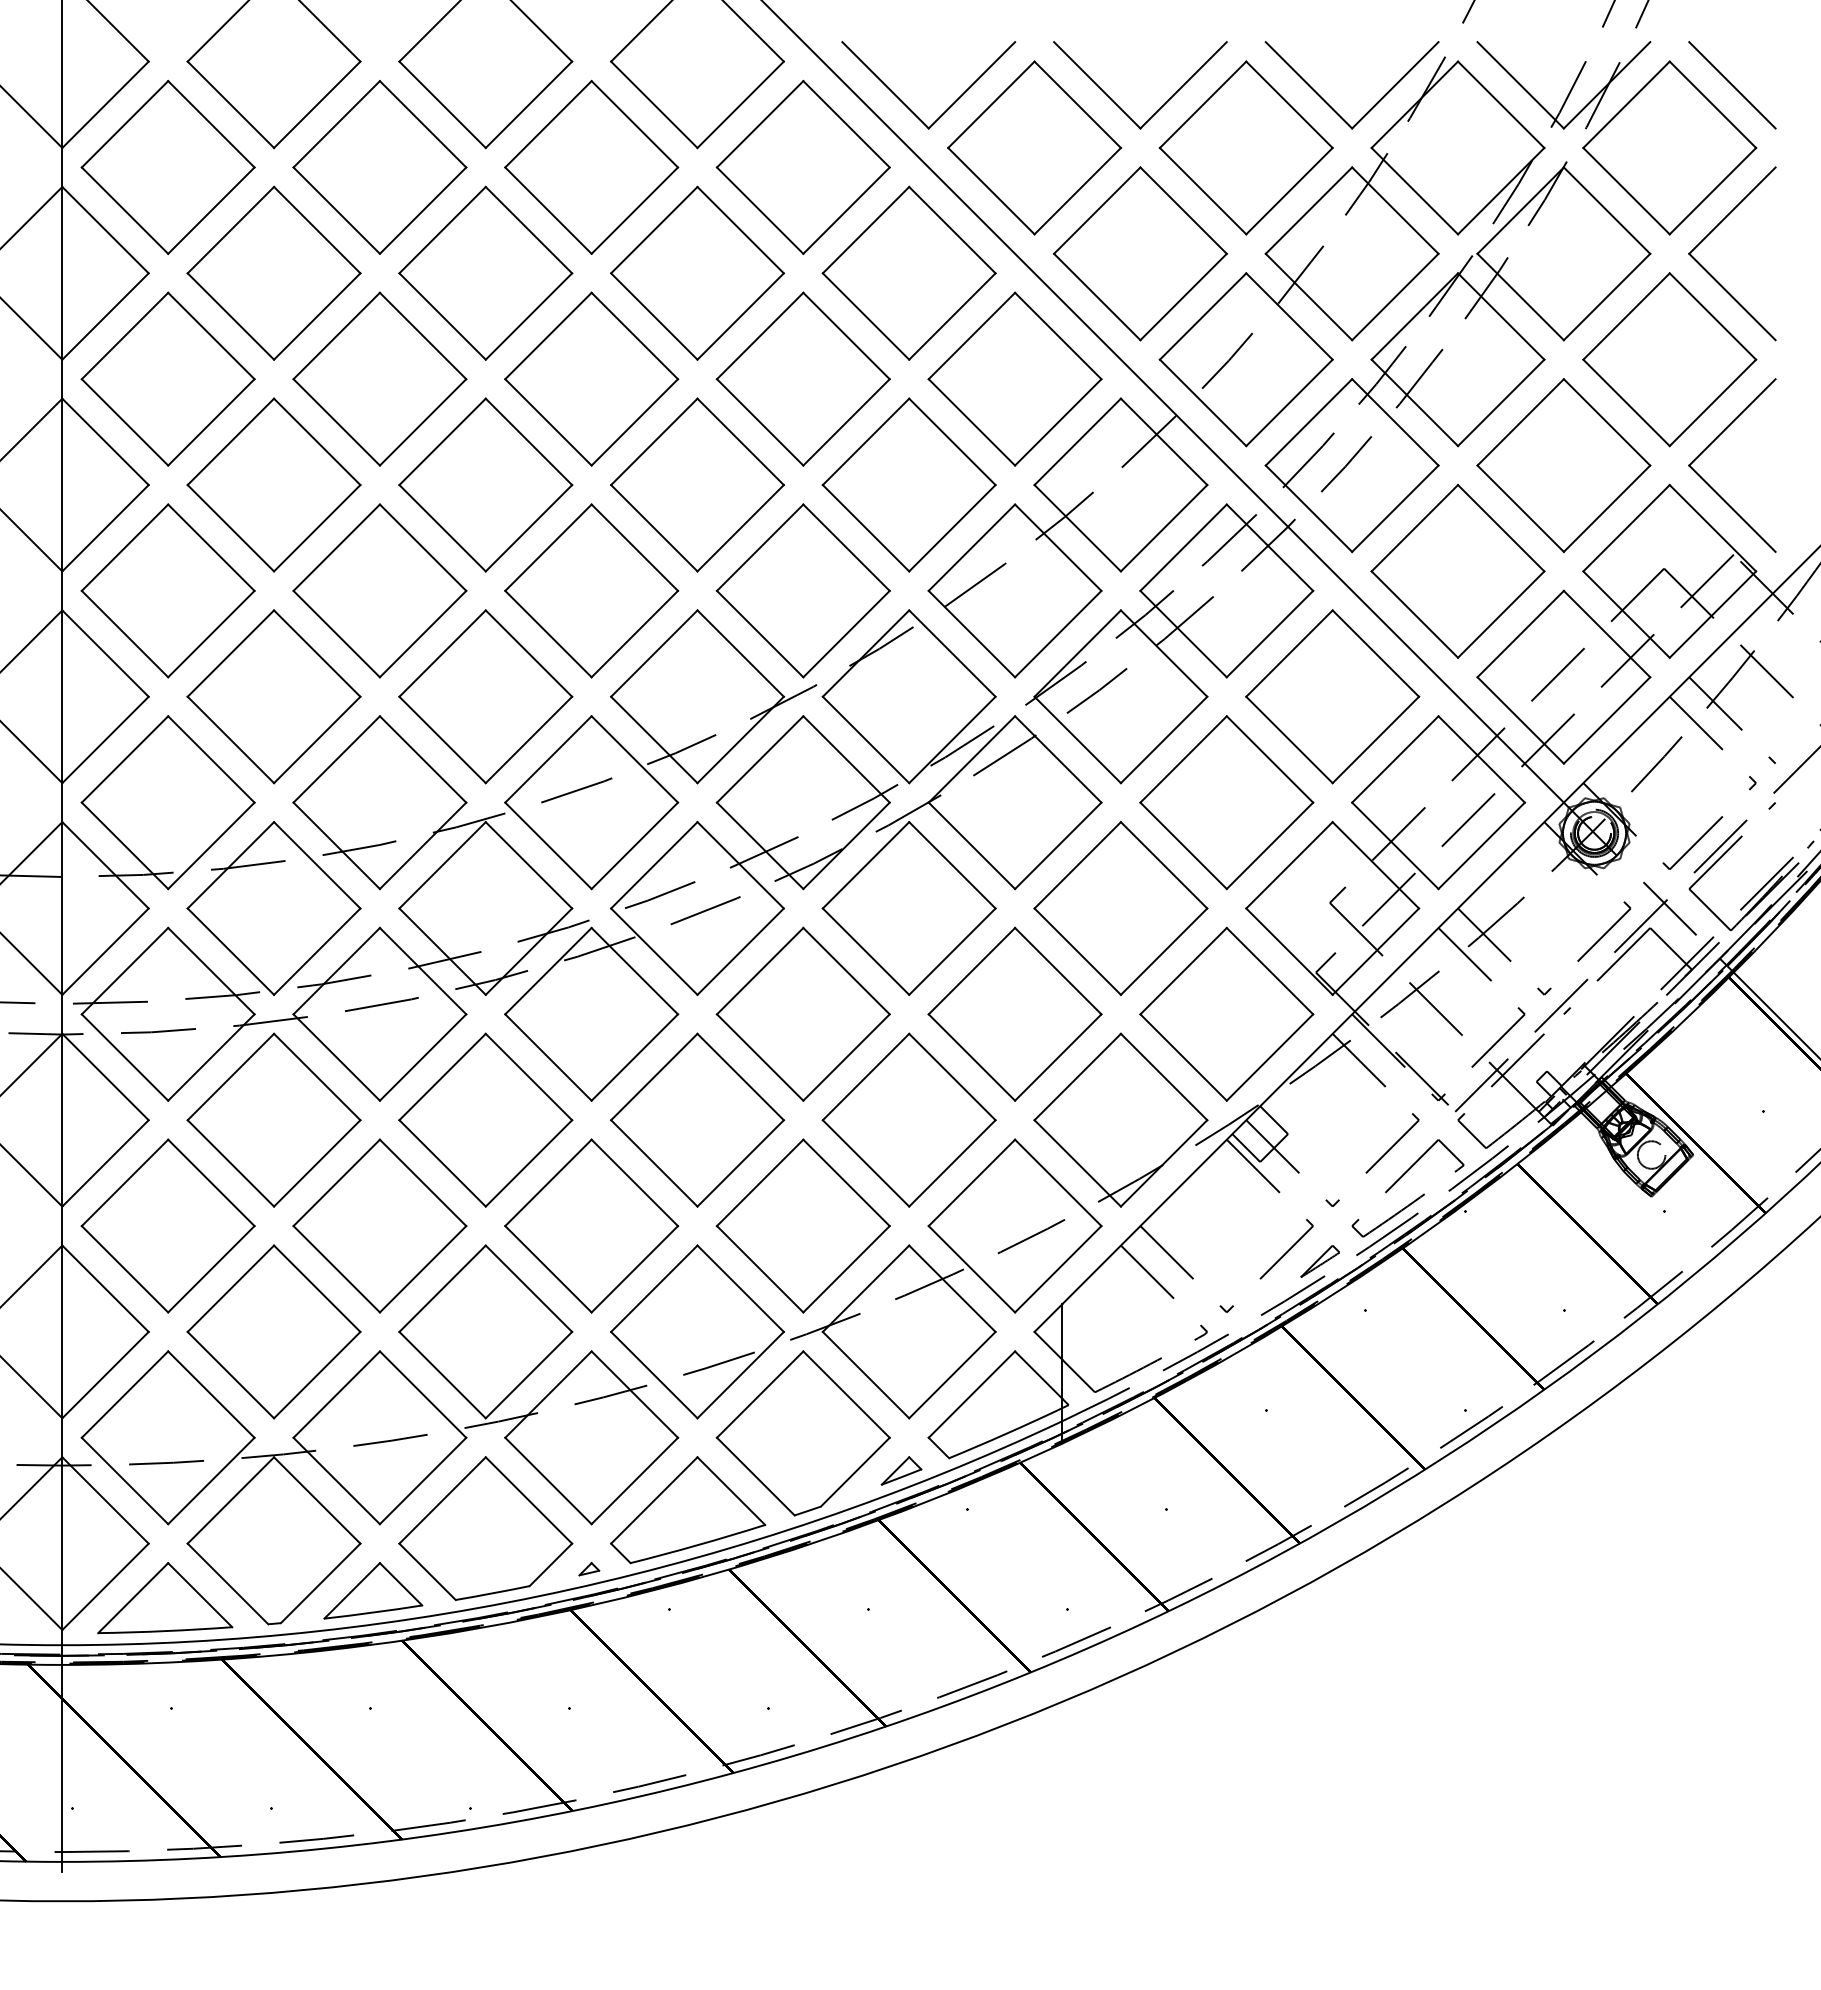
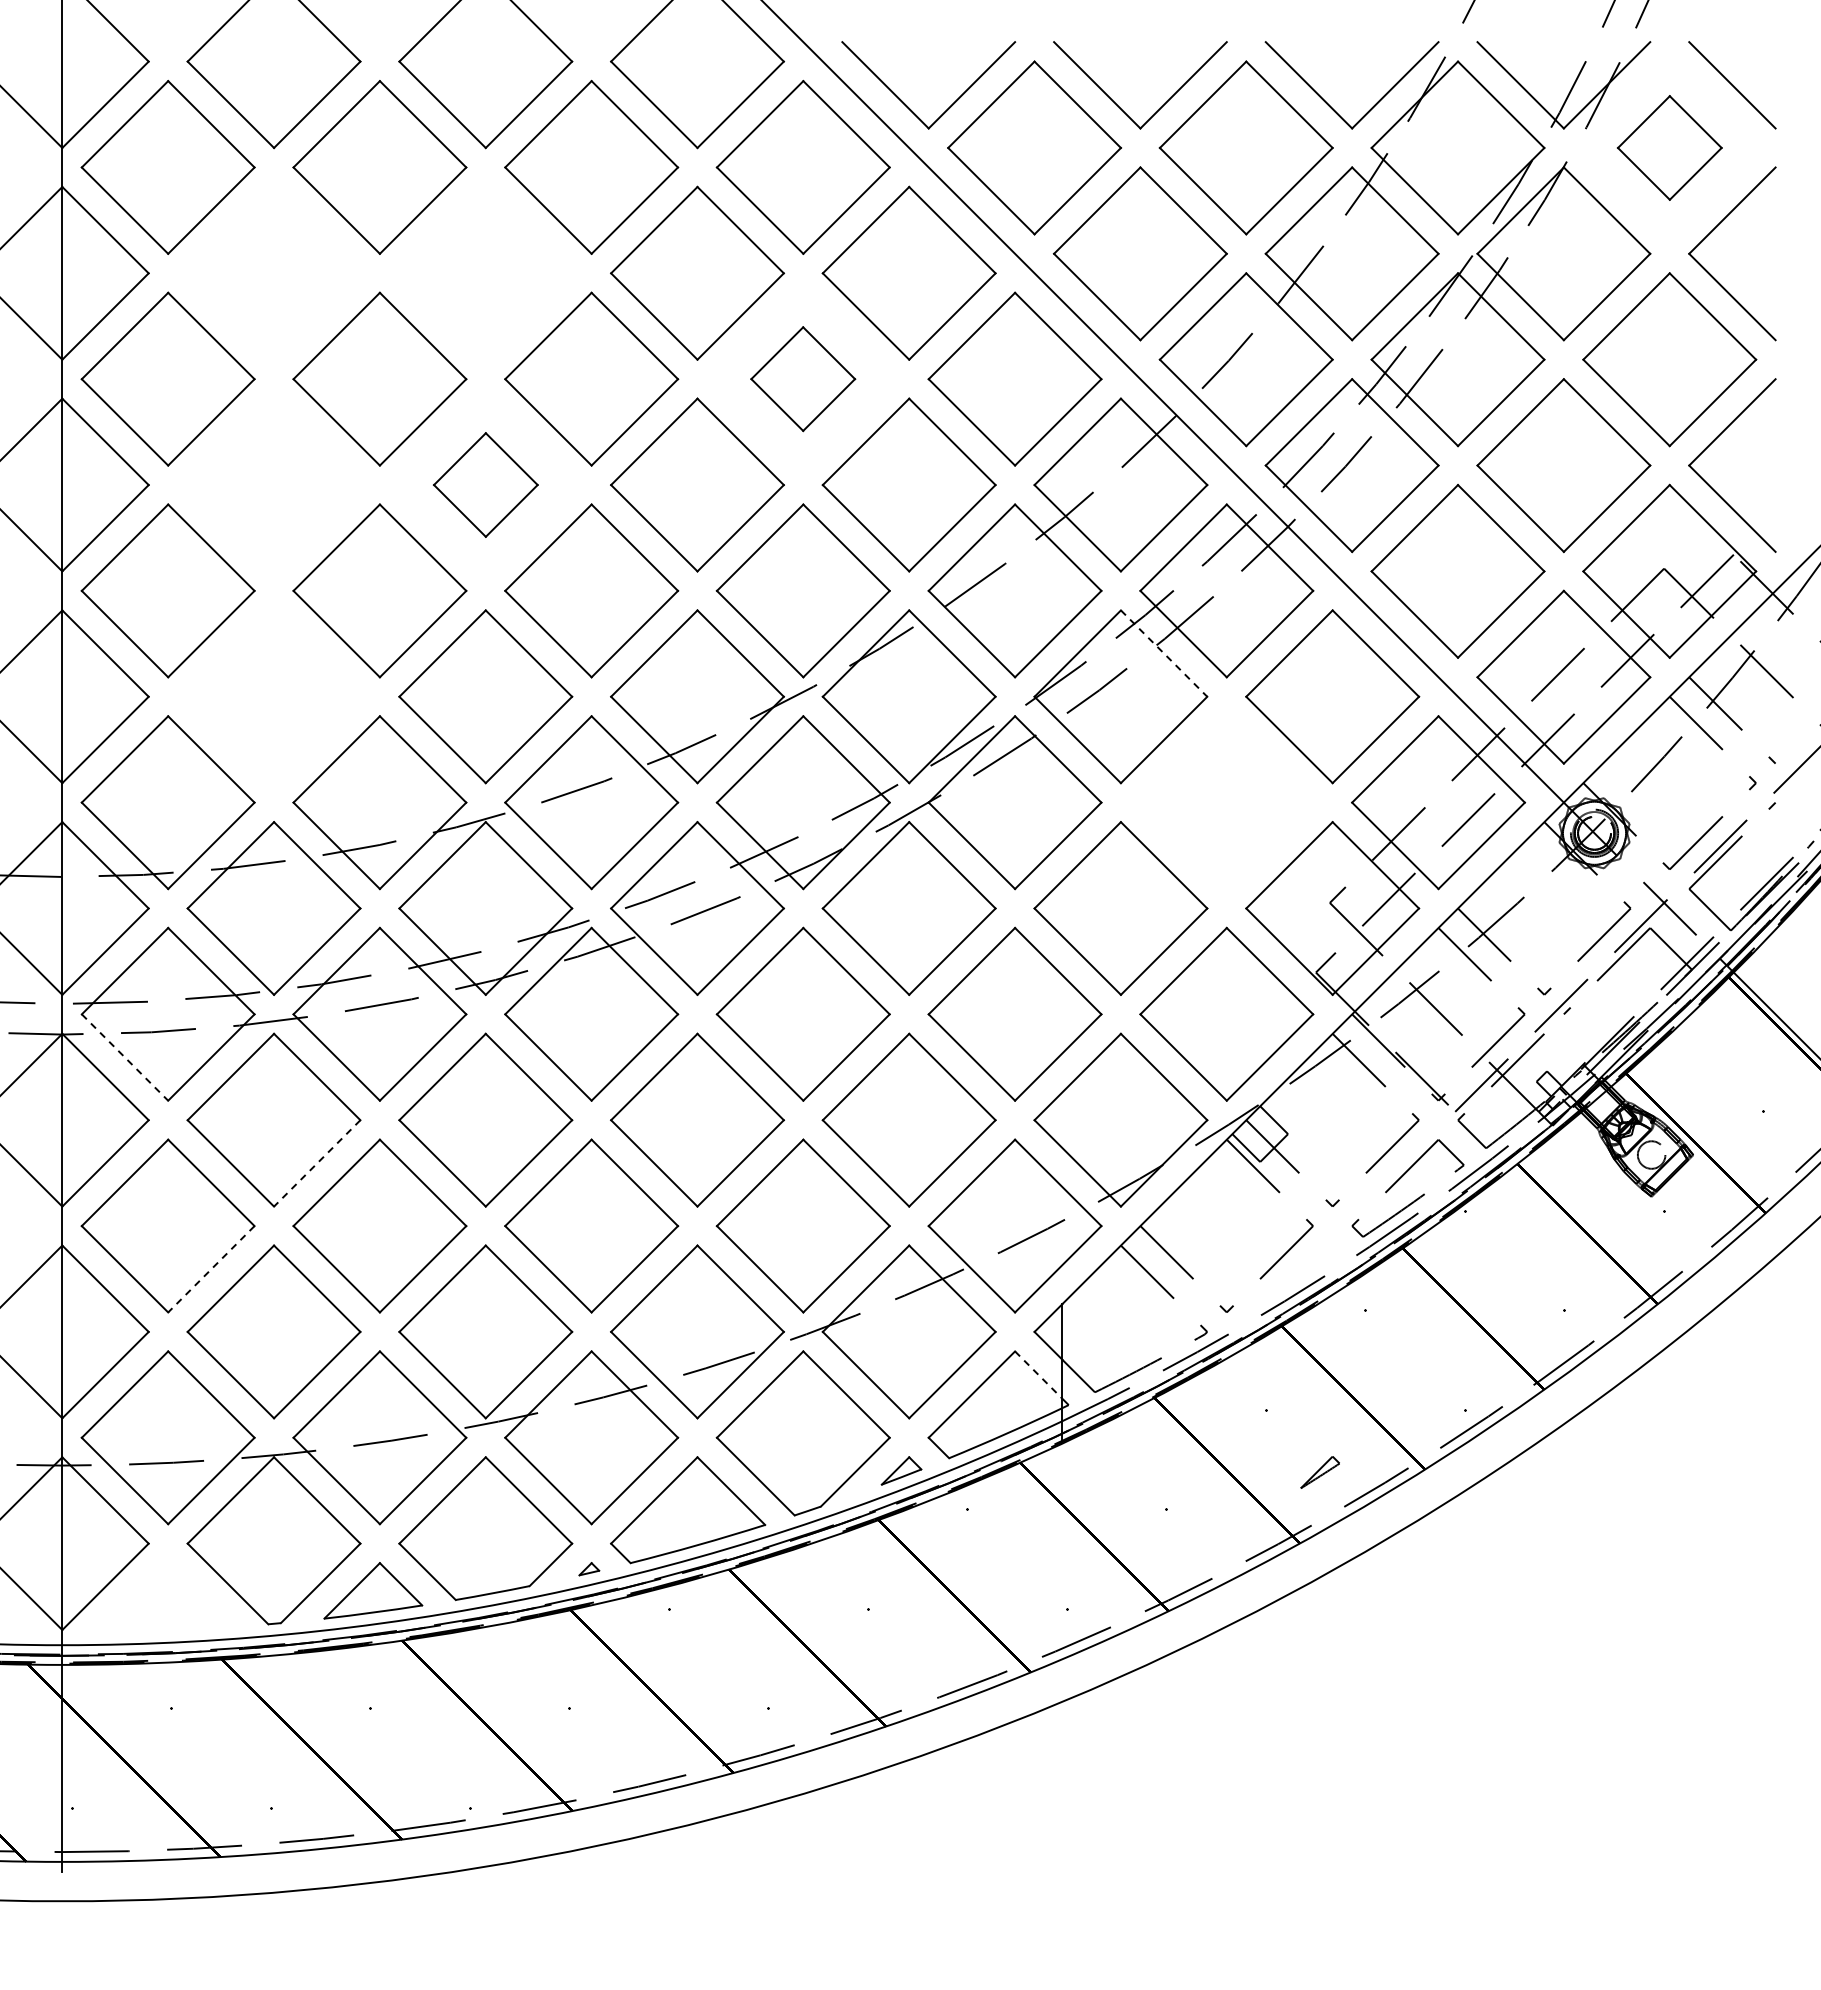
part at (1669, 147) size: 176x176 px -> 106x106 px
part at (273, 272): present -> none
part at (485, 272): present -> none
part at (802, 378) size: 176x176 px -> 107x107 px
part at (273, 484): present -> none
part at (485, 484) size: 176x176 px -> 106x106 px
line at (1164, 653): solid -> dashed
part at (273, 696): present -> none
part at (1226, 802): present -> none
line at (125, 1057): solid -> dashed
line at (316, 1163): solid -> dashed
part at (1319, 1261) position: (1319, 1261) -> (1319, 1472)
line at (211, 1269): solid -> dashed
line at (1039, 1375): solid -> dashed
part at (165, 1598): present -> none
